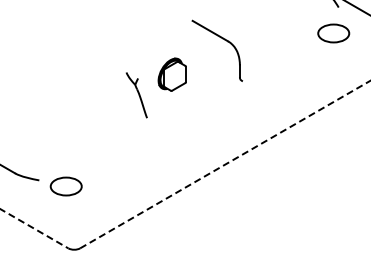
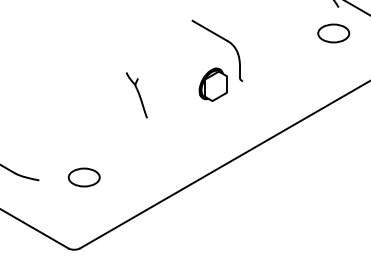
part at (171, 74) position: (171, 74) -> (212, 84)
line at (225, 164): dashed -> solid
part at (65, 186) position: (65, 186) -> (83, 177)
line at (34, 228): dashed -> solid
